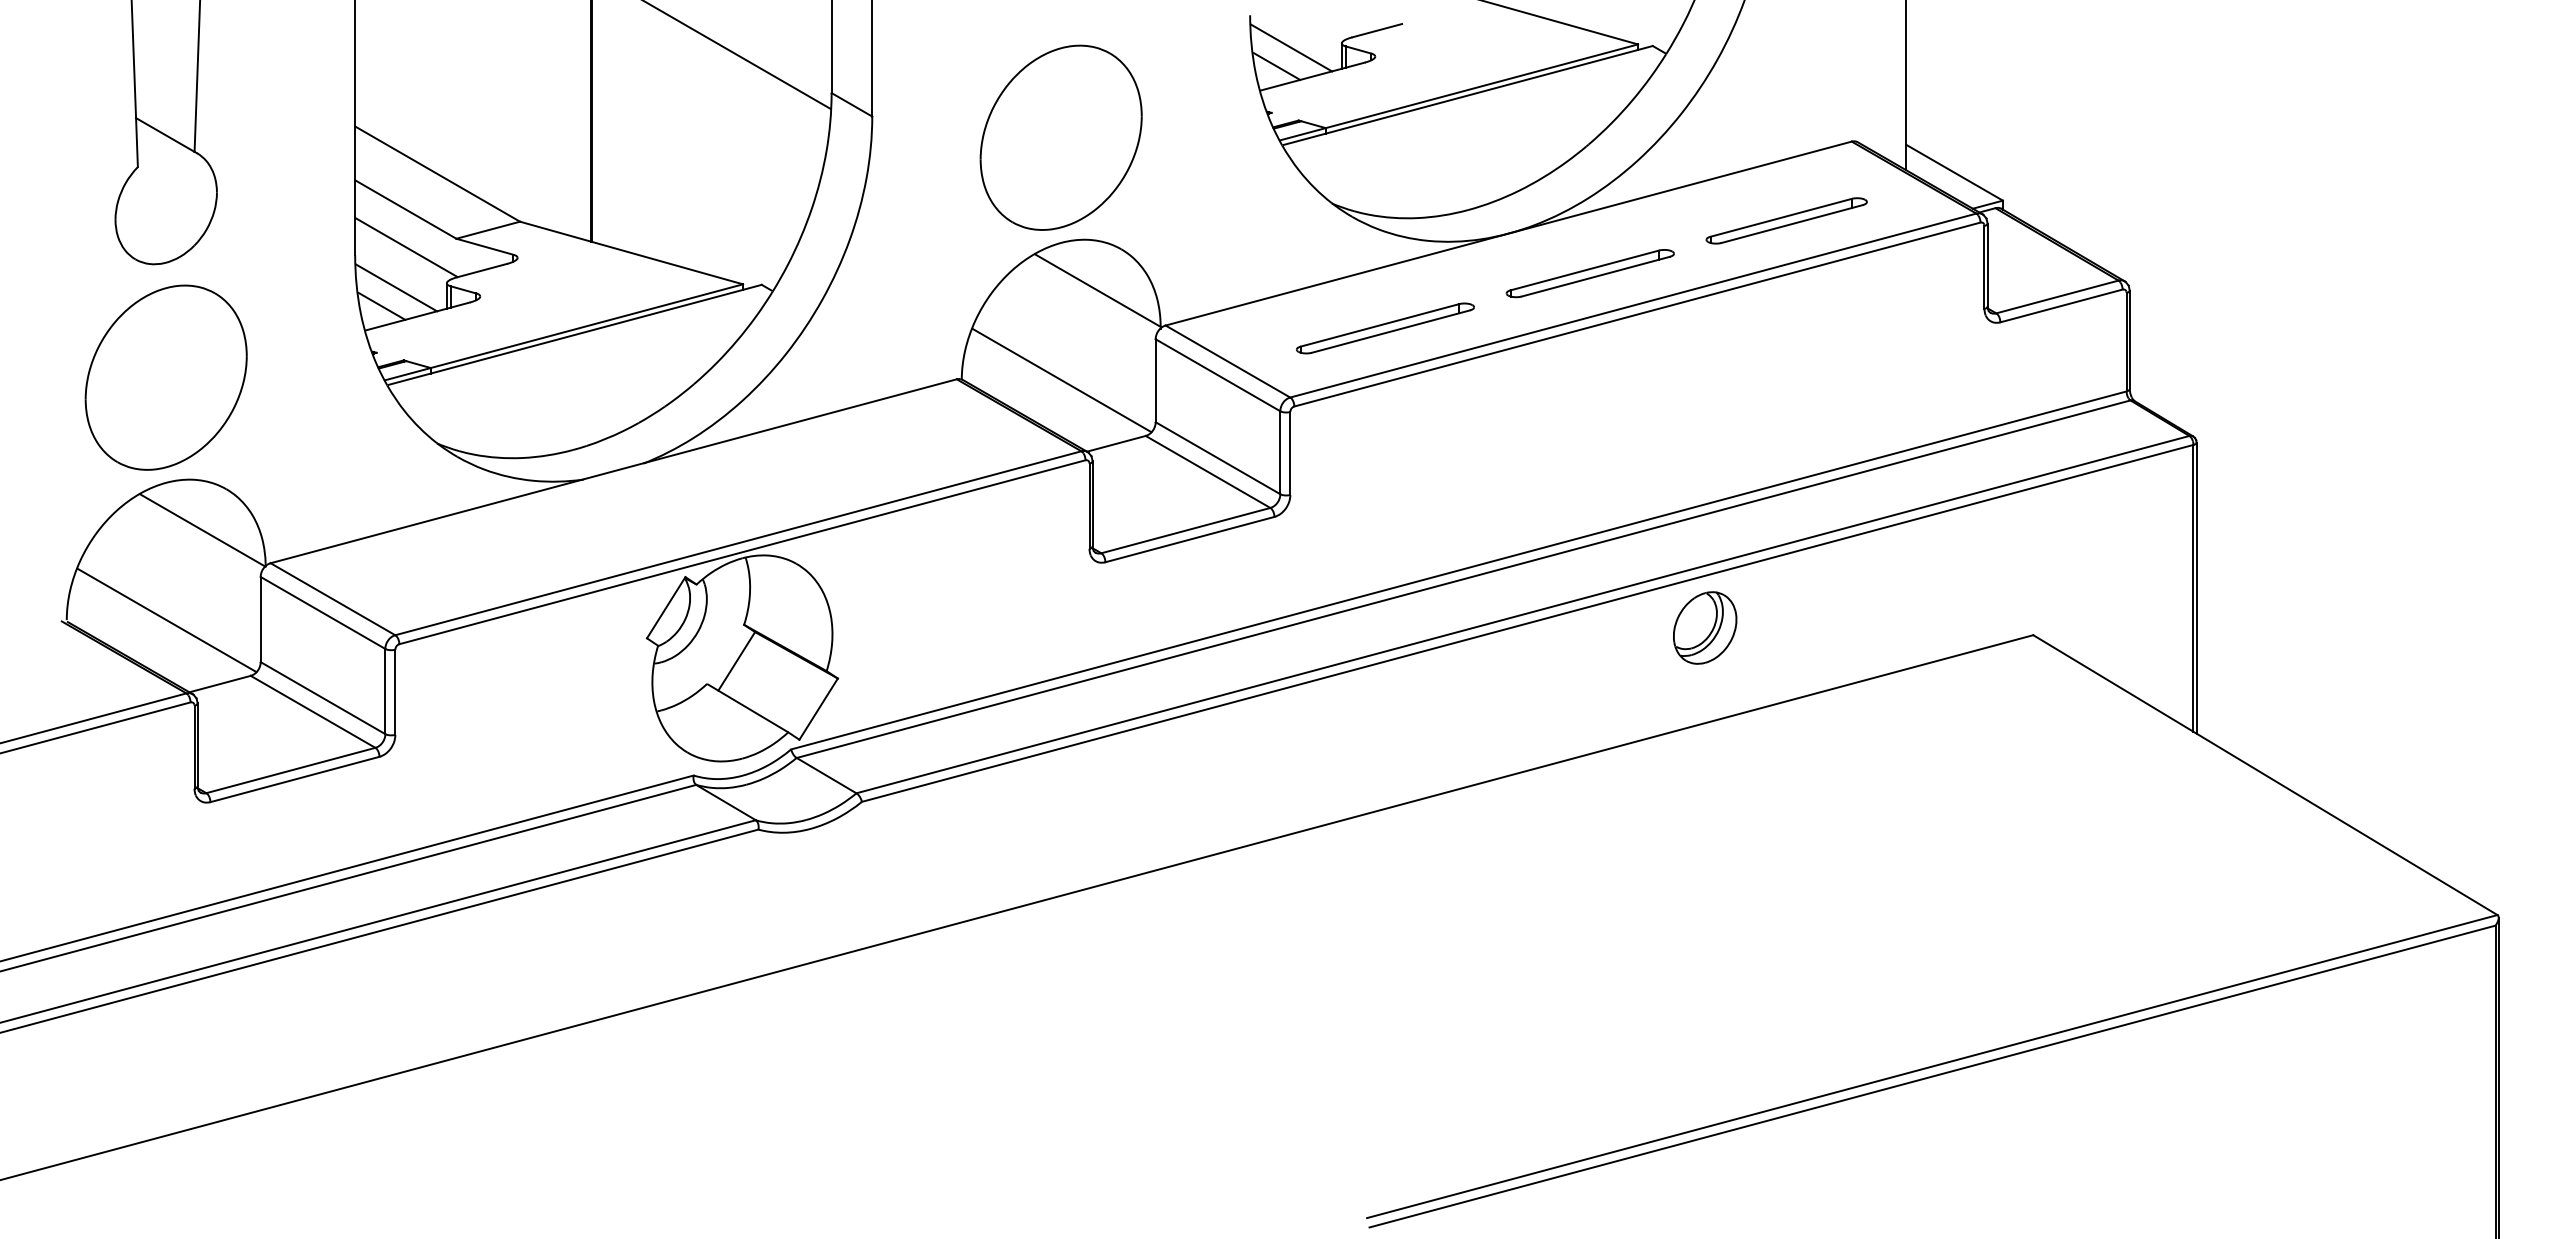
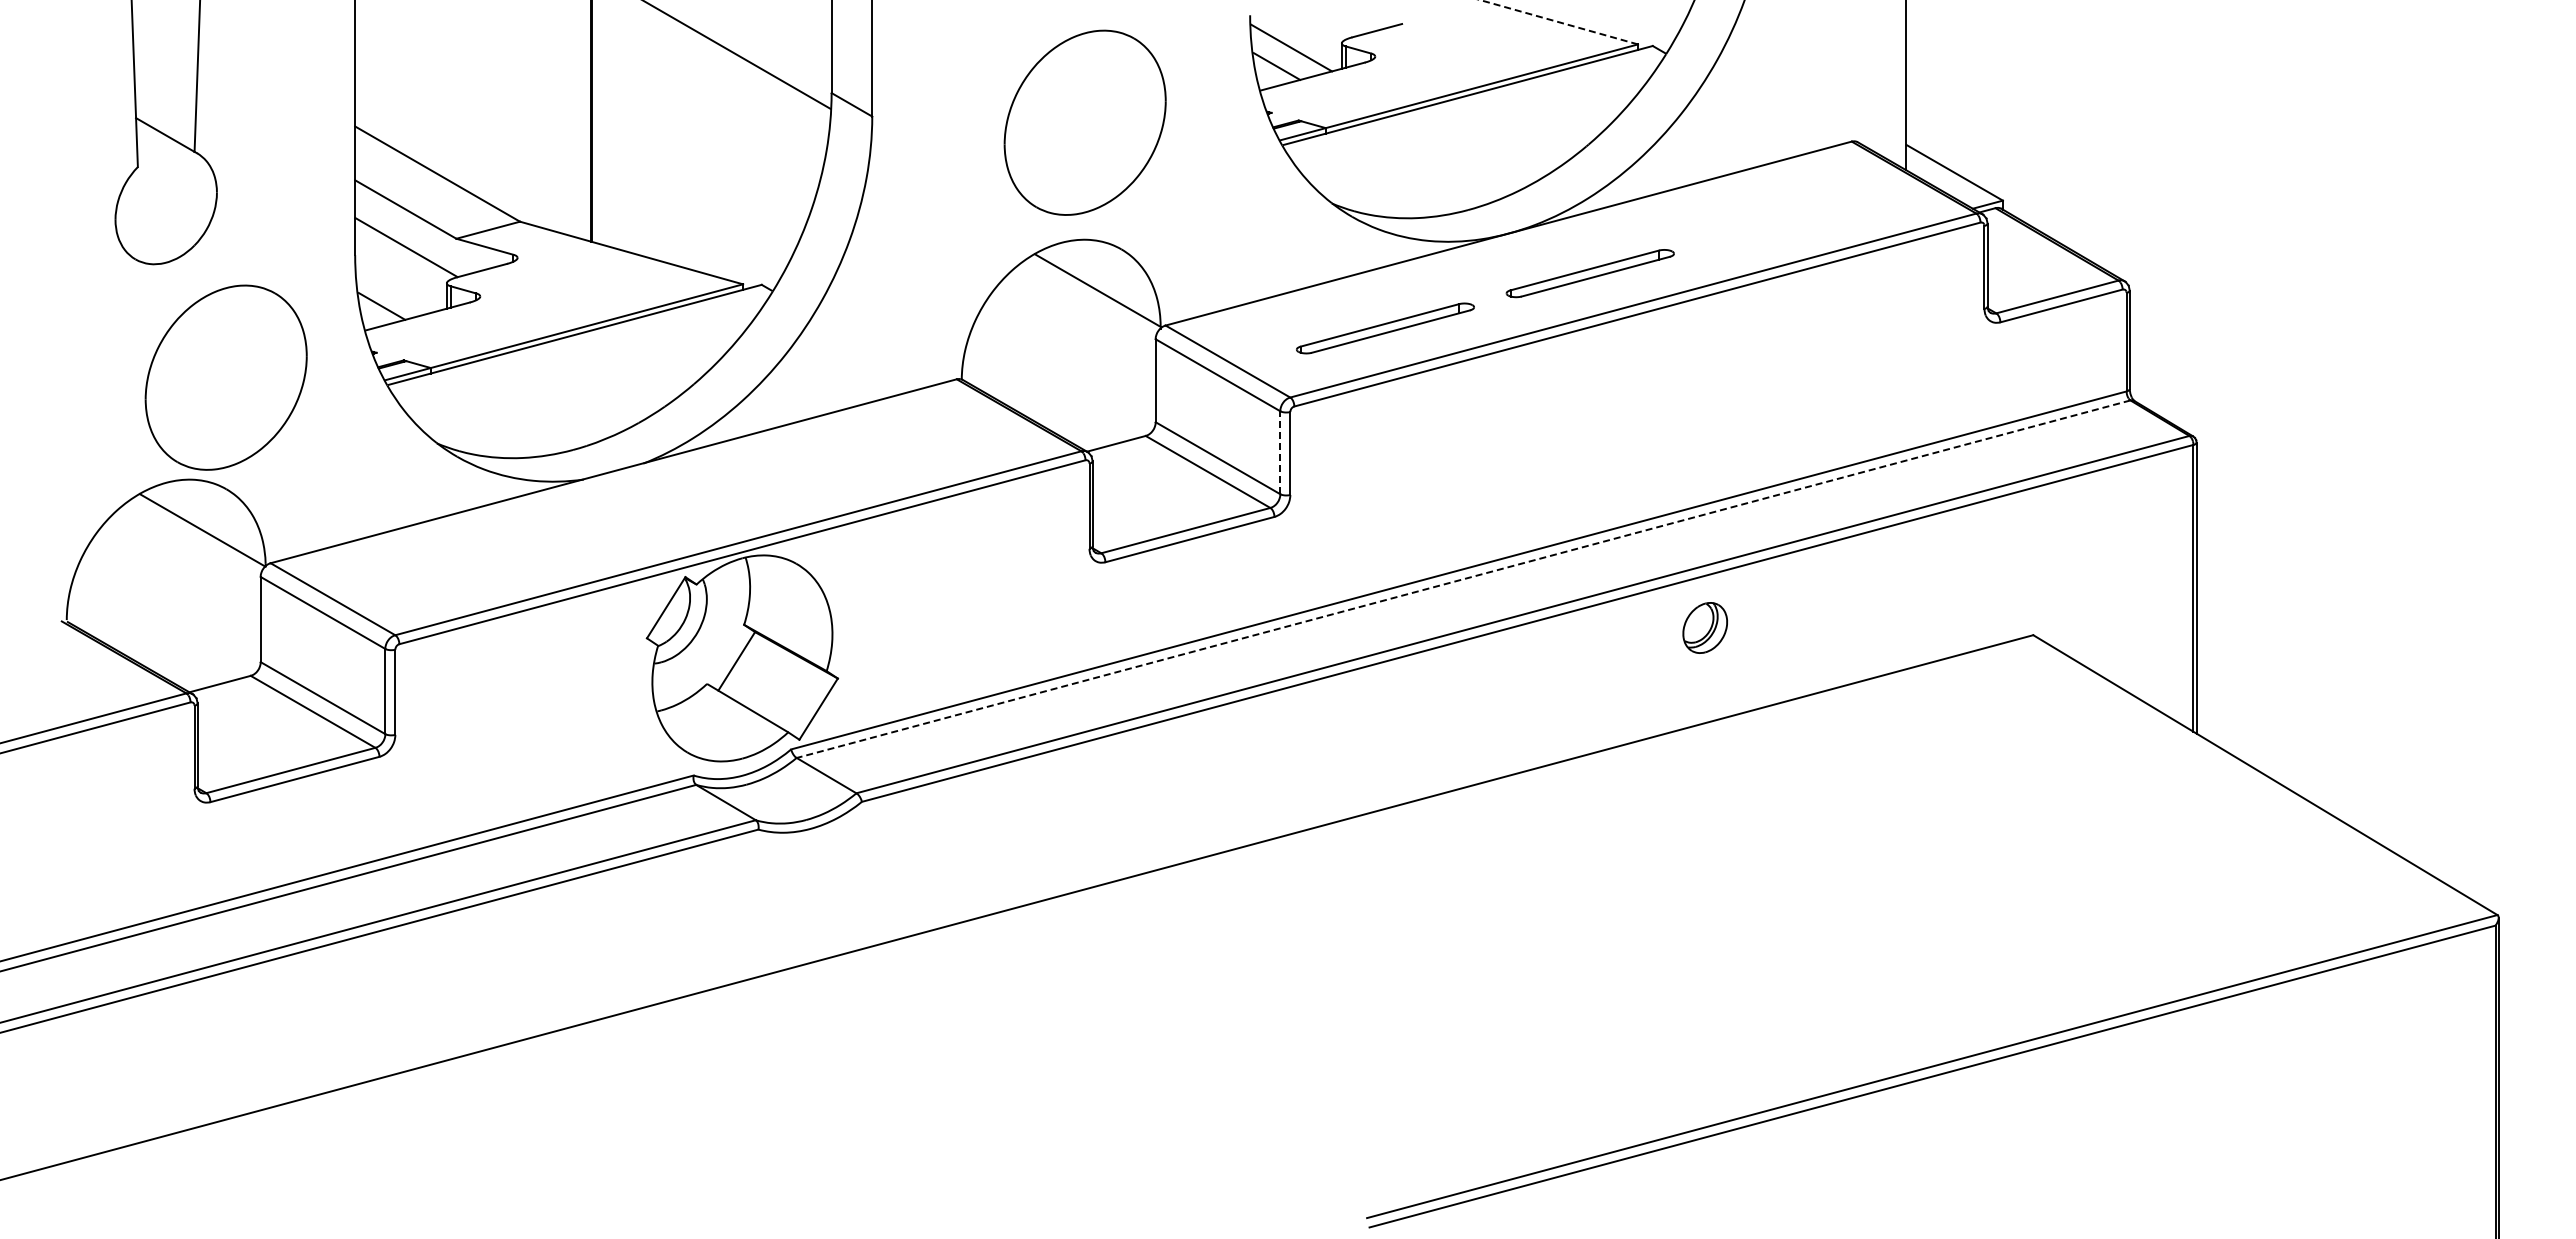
line at (1559, 22): solid -> dashed
part at (1060, 137) position: (1060, 137) -> (1084, 122)
part at (1786, 220): present -> none
line at (396, 287): present -> none
part at (165, 377) position: (165, 377) -> (225, 377)
line at (1061, 380): present -> none
line at (1280, 452): solid -> dashed
line at (1463, 579): solid -> dashed
line at (166, 620): present -> none
part at (1705, 627) size: 65x74 px -> 46x52 px
